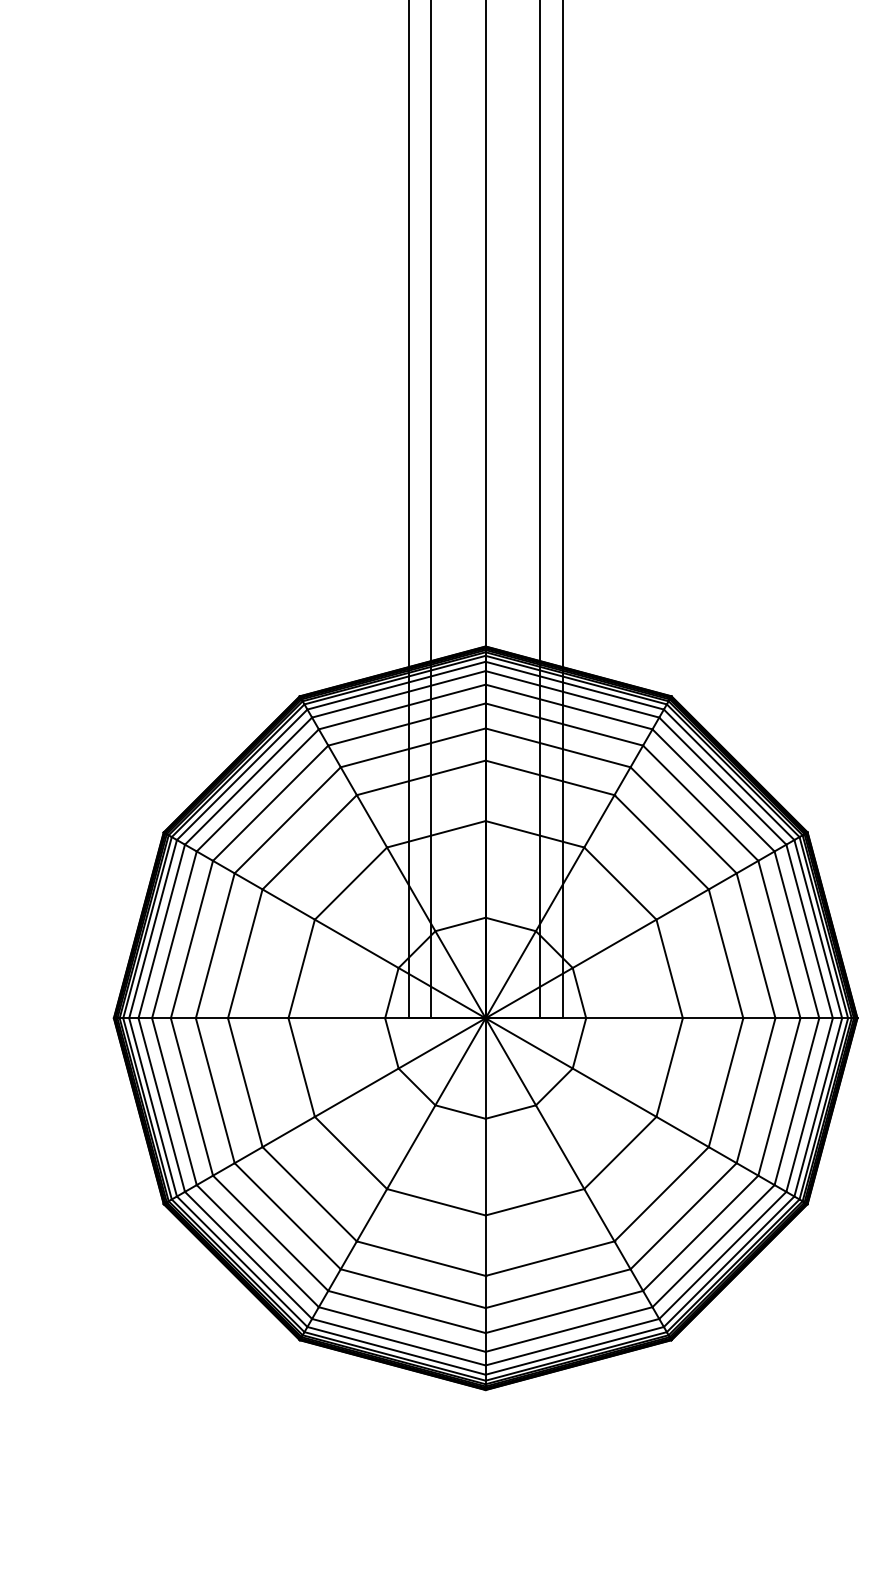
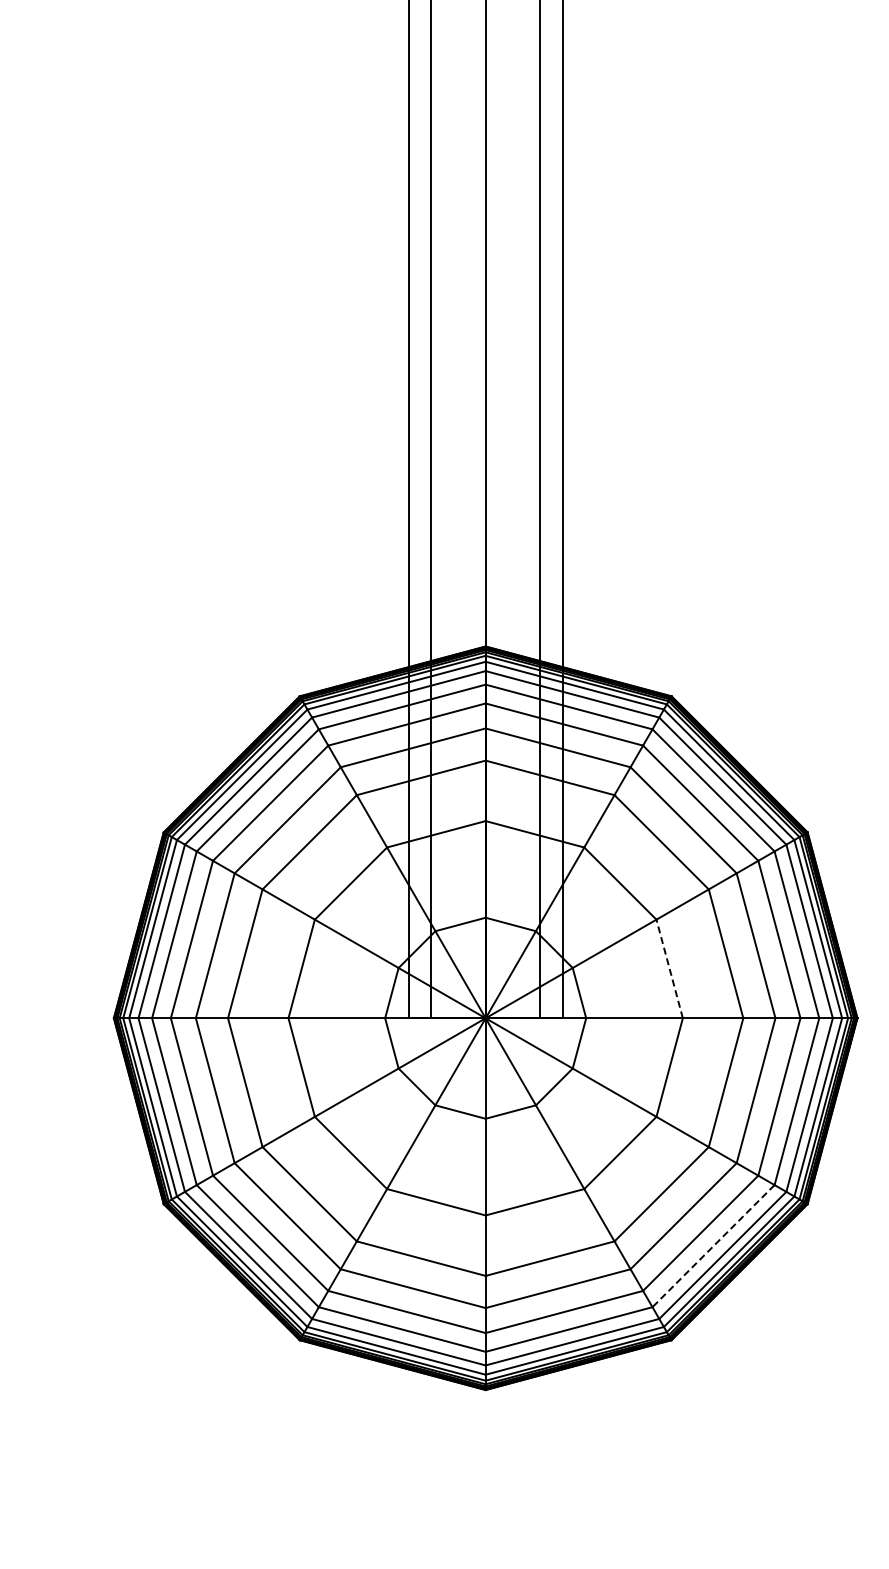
line at (669, 968): solid -> dashed
line at (713, 1246): solid -> dashed
